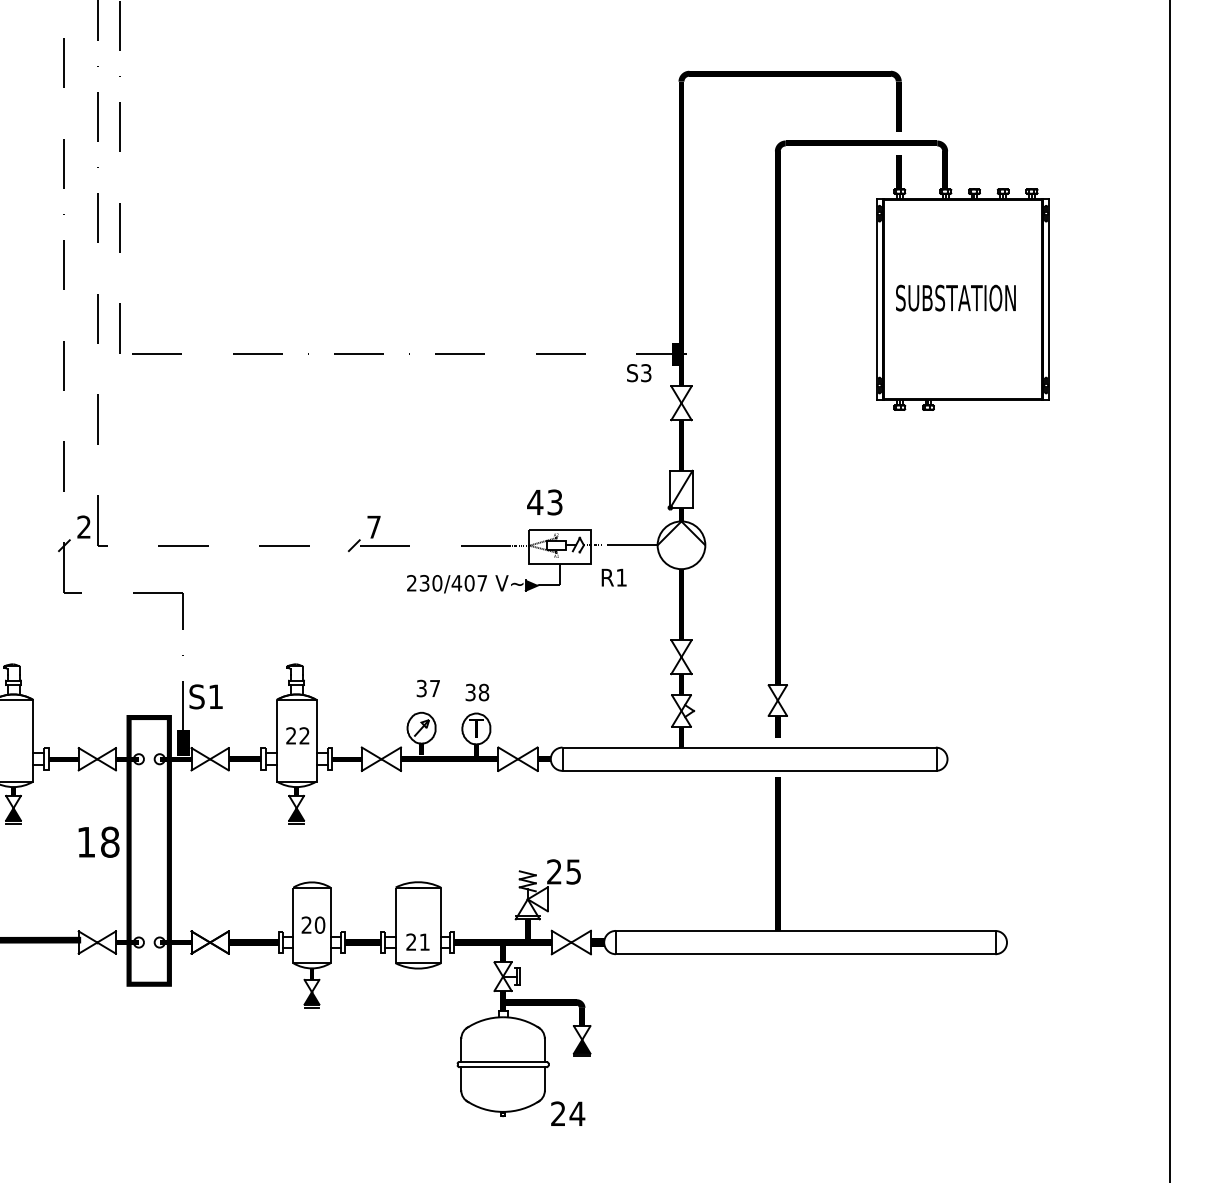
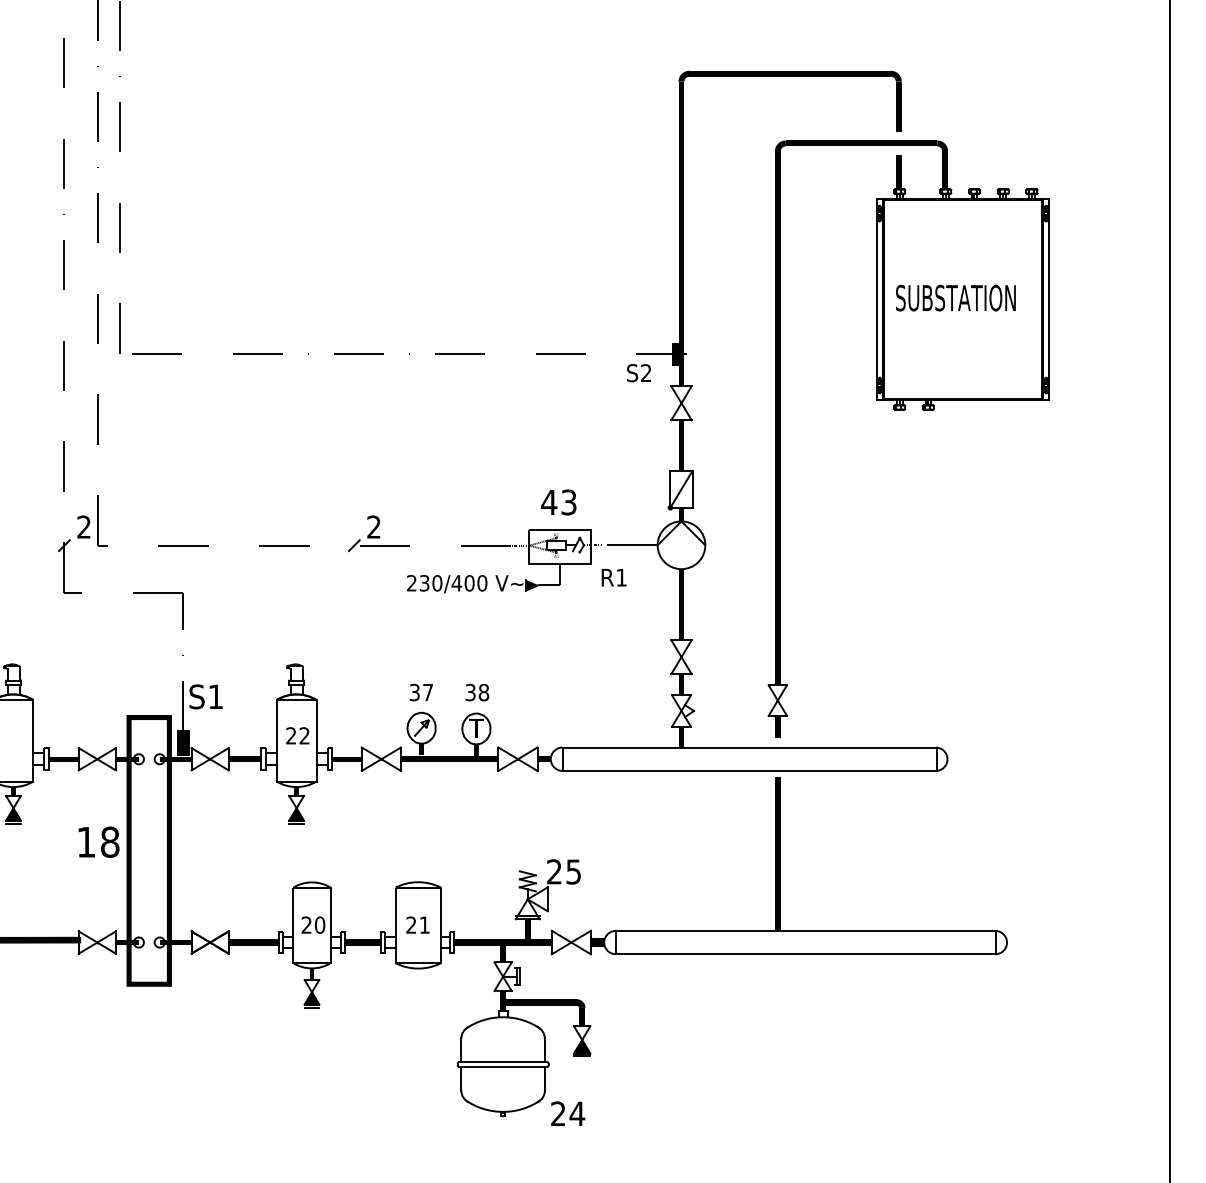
text at (646, 373): S3 -> S2
text at (544, 502) position: (544, 502) -> (558, 502)
text at (373, 526): 7 -> 2
text at (482, 583): 230/407 -> 230/400
text at (427, 688) position: (427, 688) -> (420, 692)
text at (417, 941) position: (417, 941) -> (417, 924)
